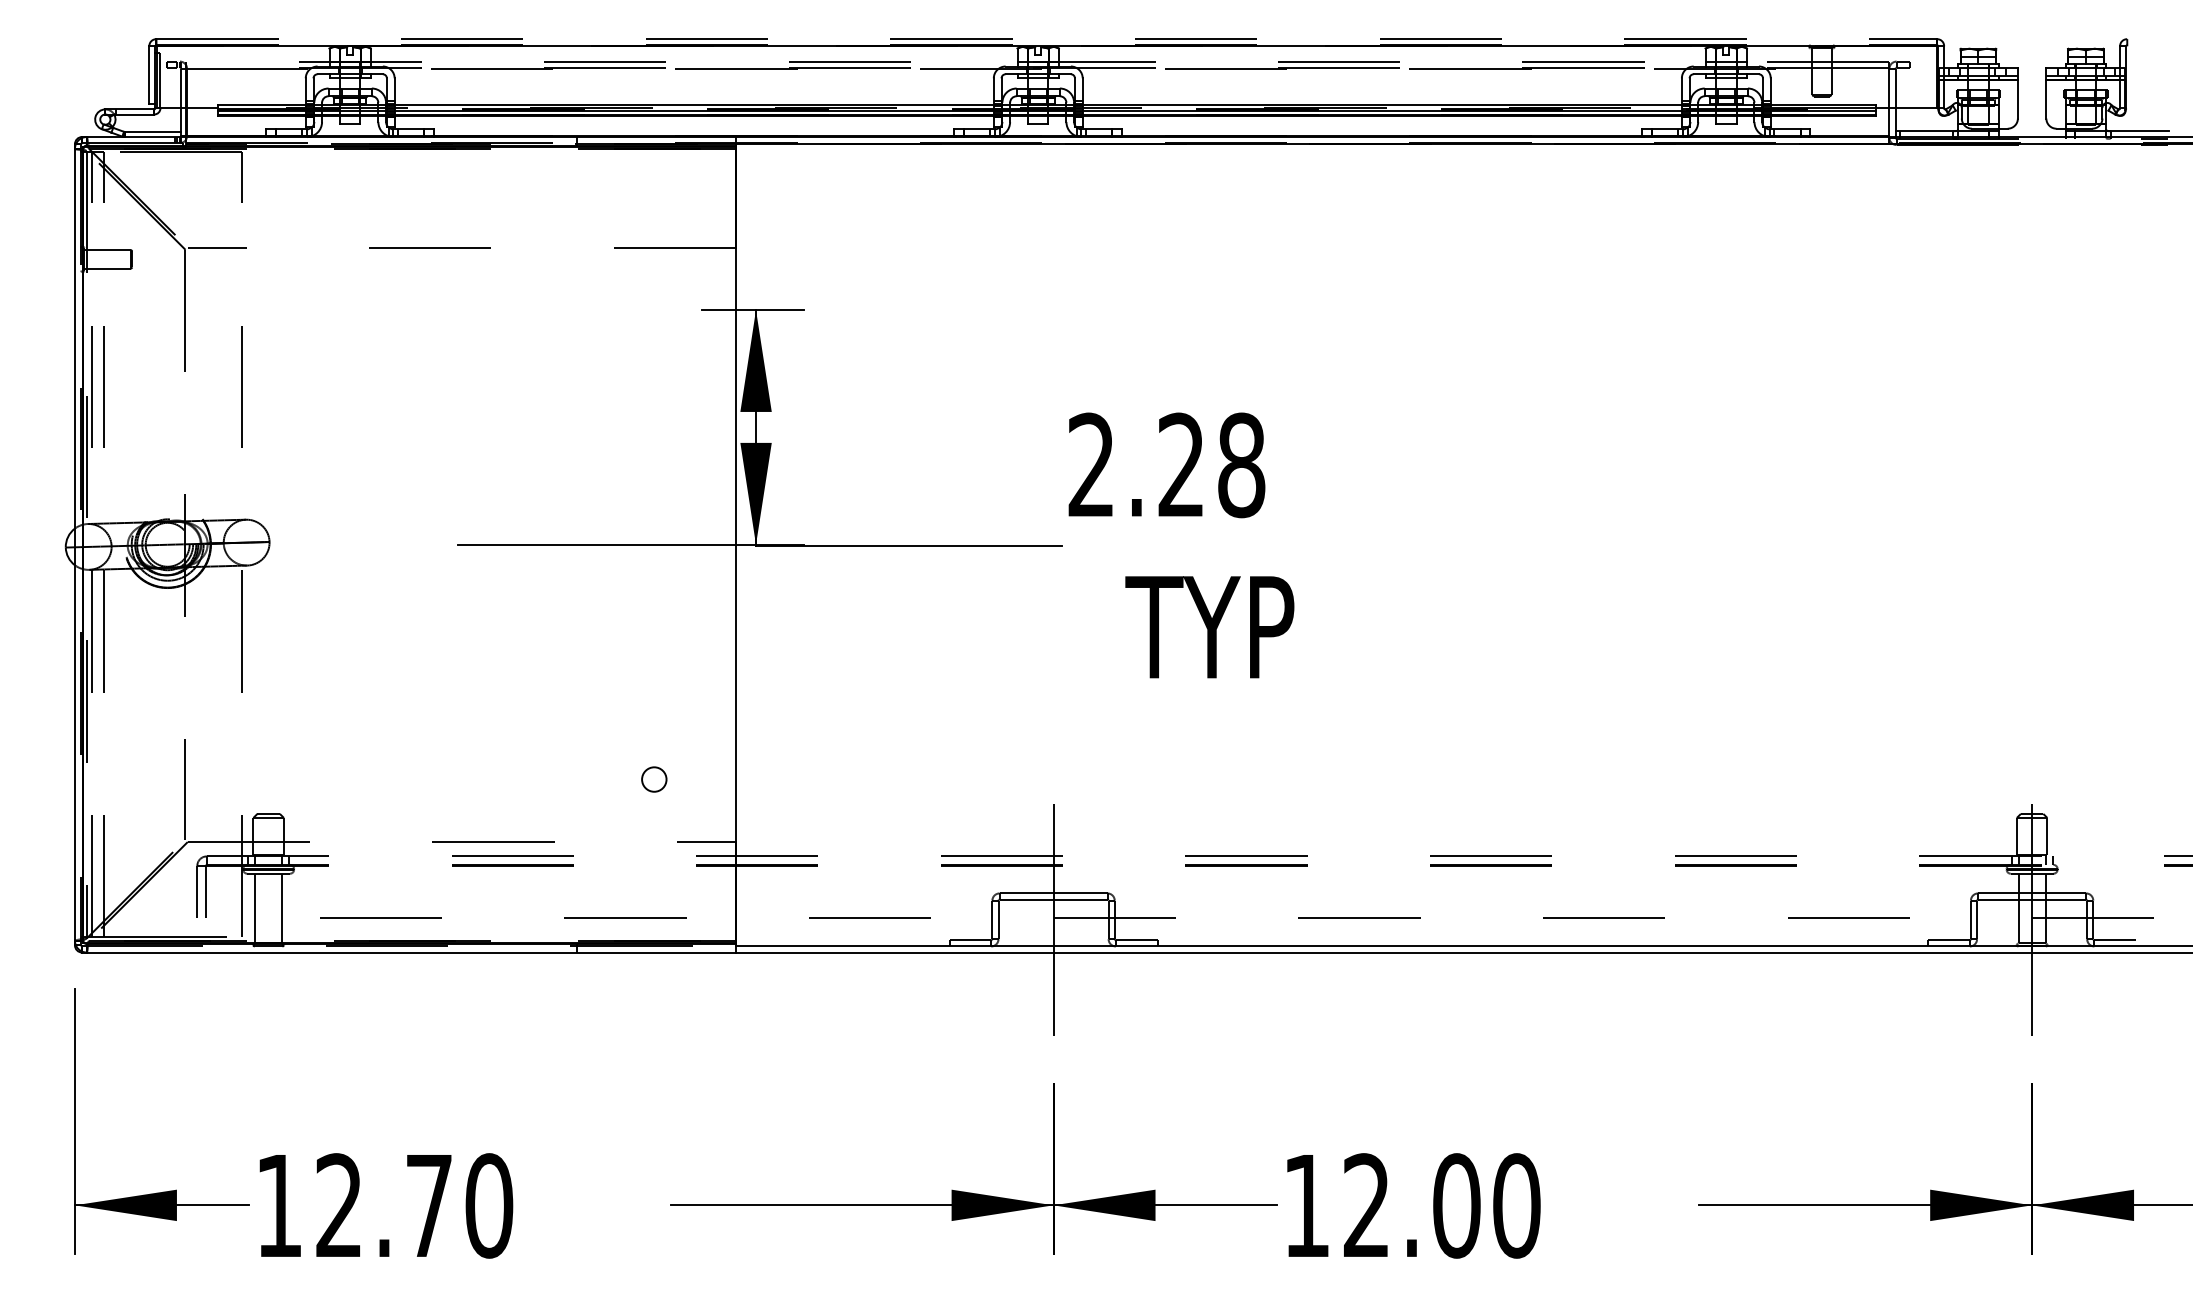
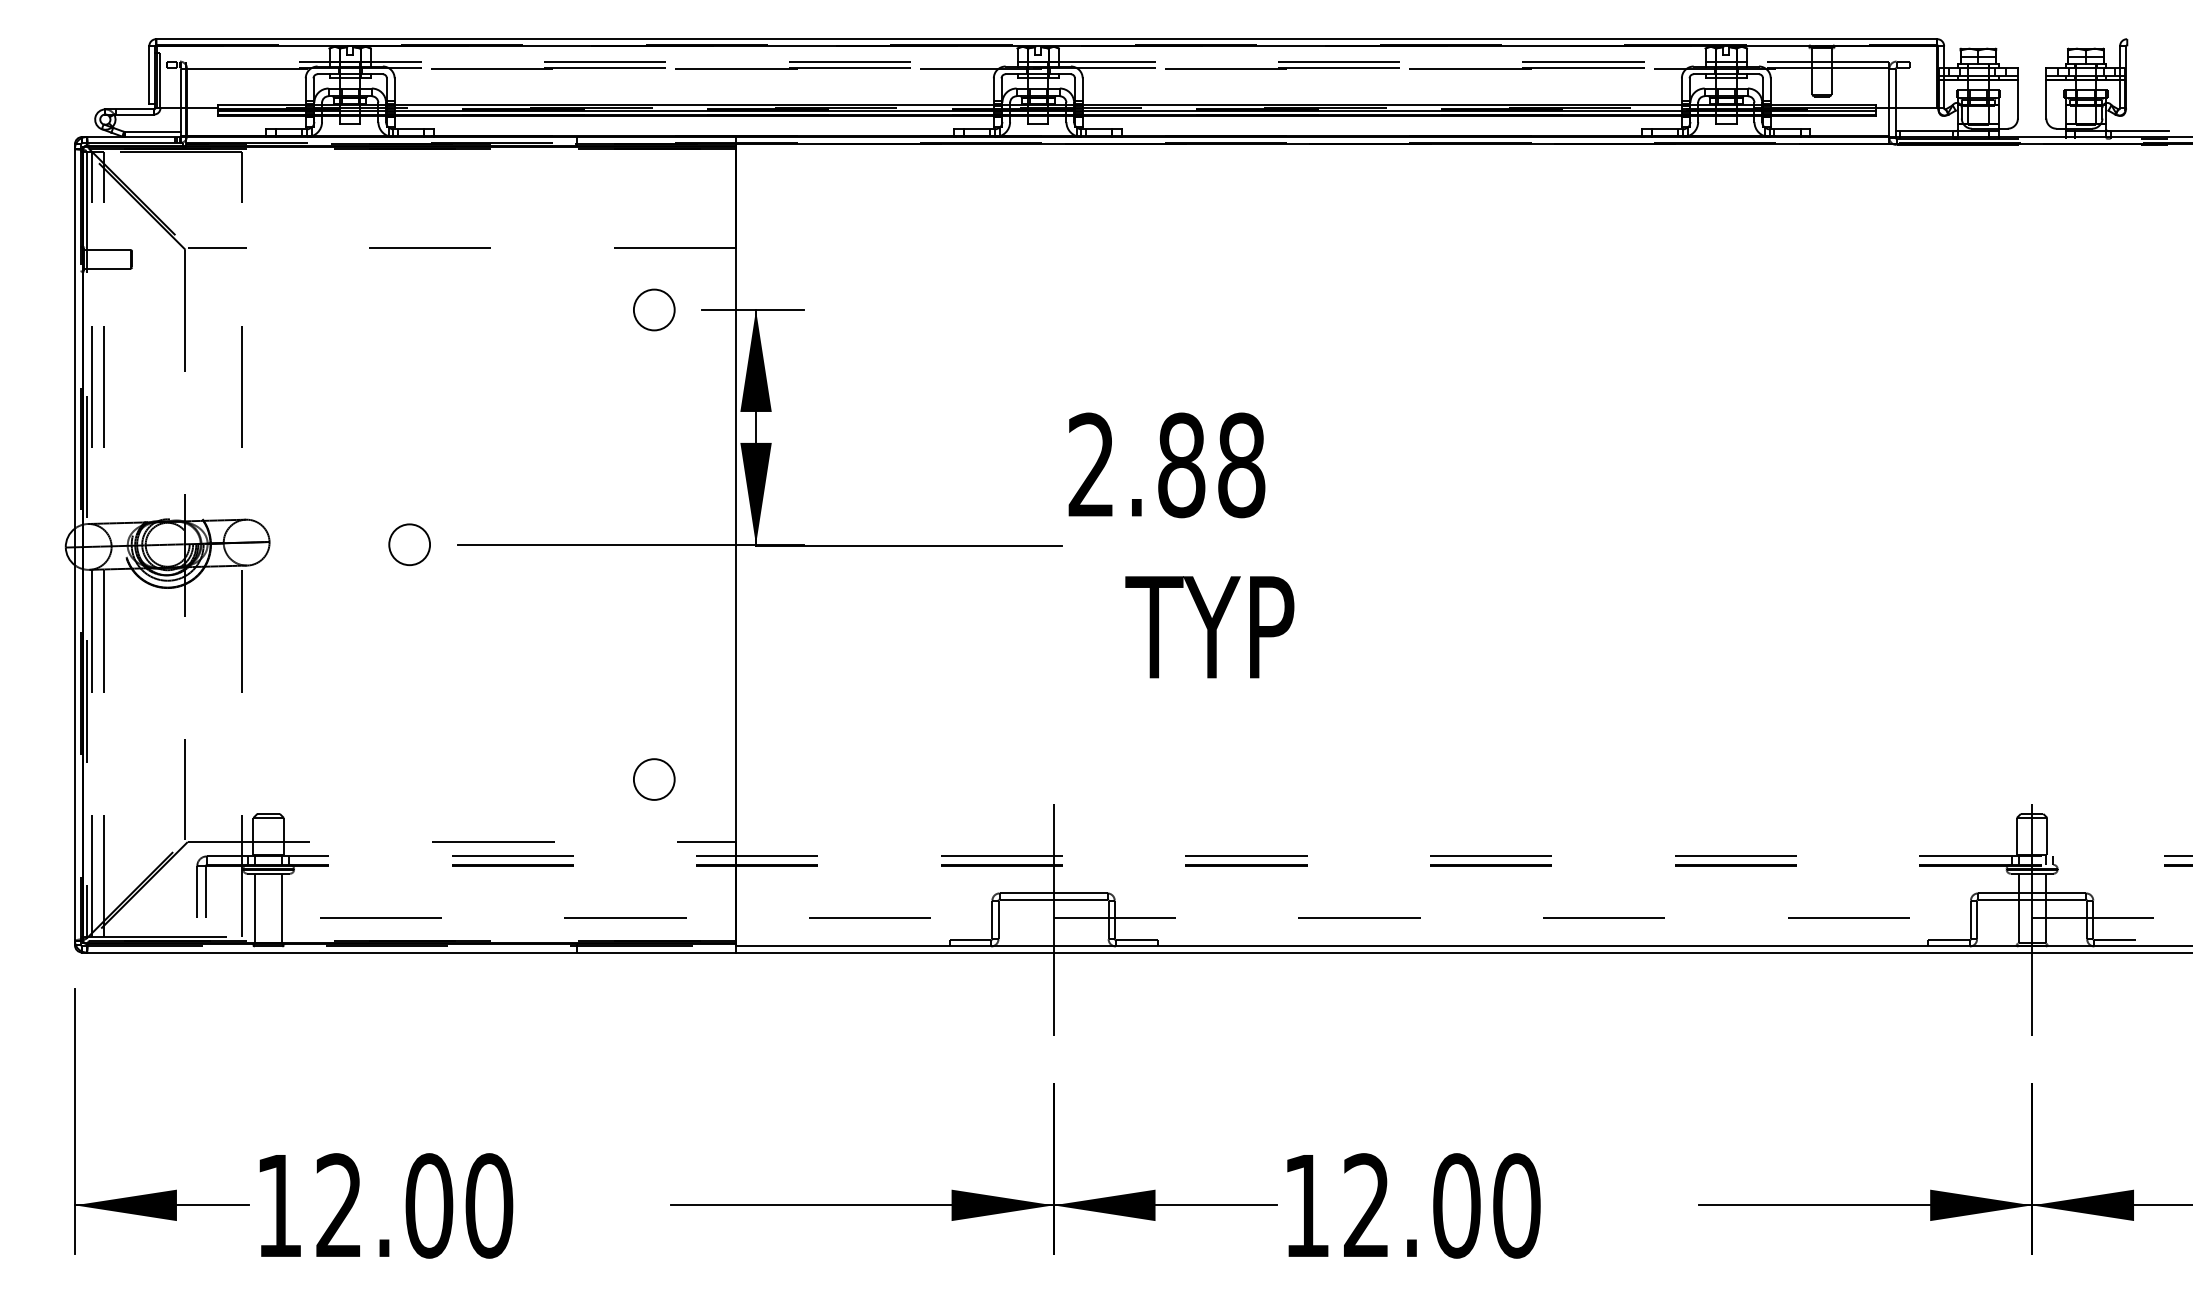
line at (1047, 39): dashed -> solid
circle at (654, 309): none -> present
text at (1181, 465): 2.28 -> 2.88
circle at (409, 544): none -> present
circle at (654, 779) diameter: 24 px -> 41 px
text at (429, 1205): 12.70 -> 12.00
